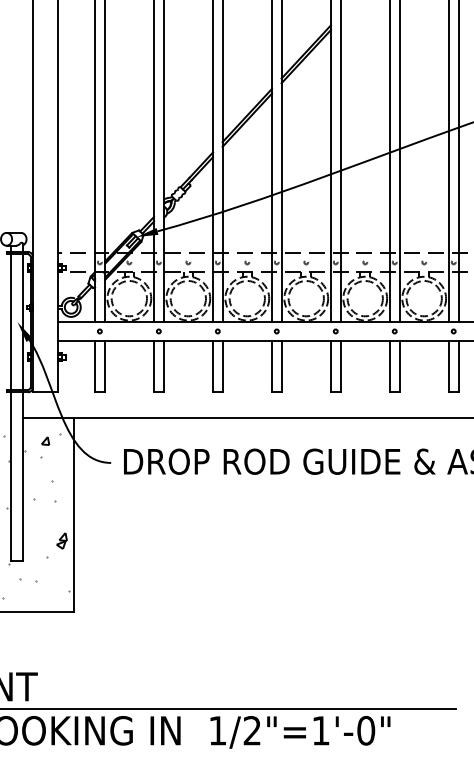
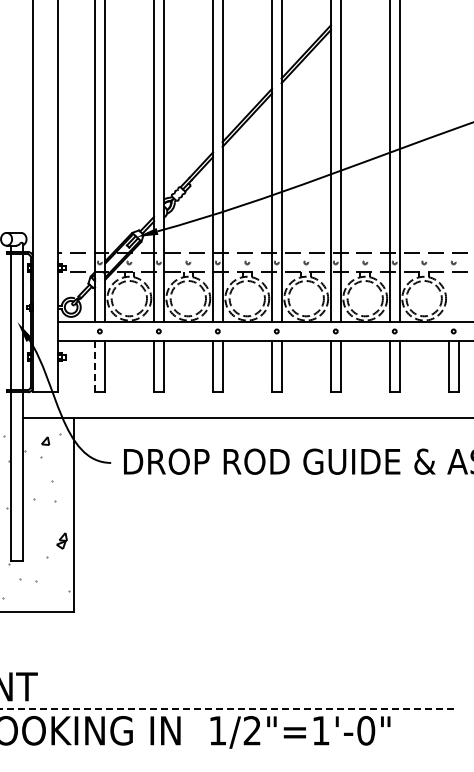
line at (448, 161): present -> none
line at (458, 161): present -> none
line at (95, 366): solid -> dashed
line at (228, 709): solid -> dashed
